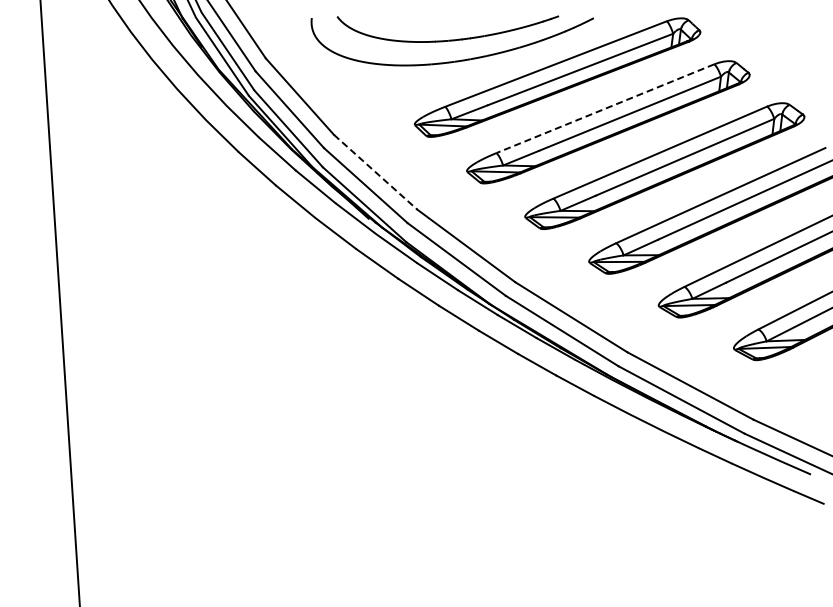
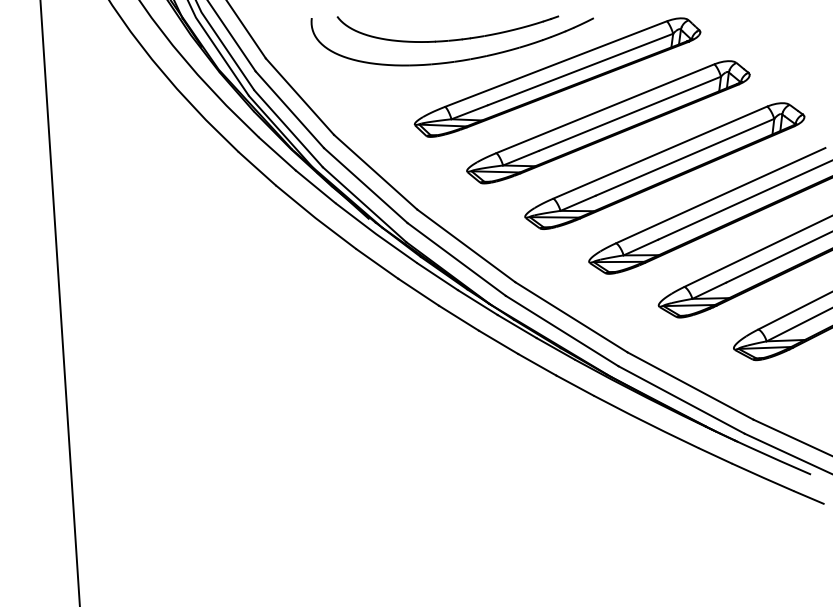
line at (605, 108): dashed -> solid
line at (375, 172): dashed -> solid
